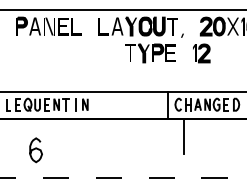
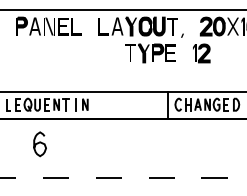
line at (183, 136): present -> none
curve at (35, 149) position: (35, 149) -> (39, 143)
